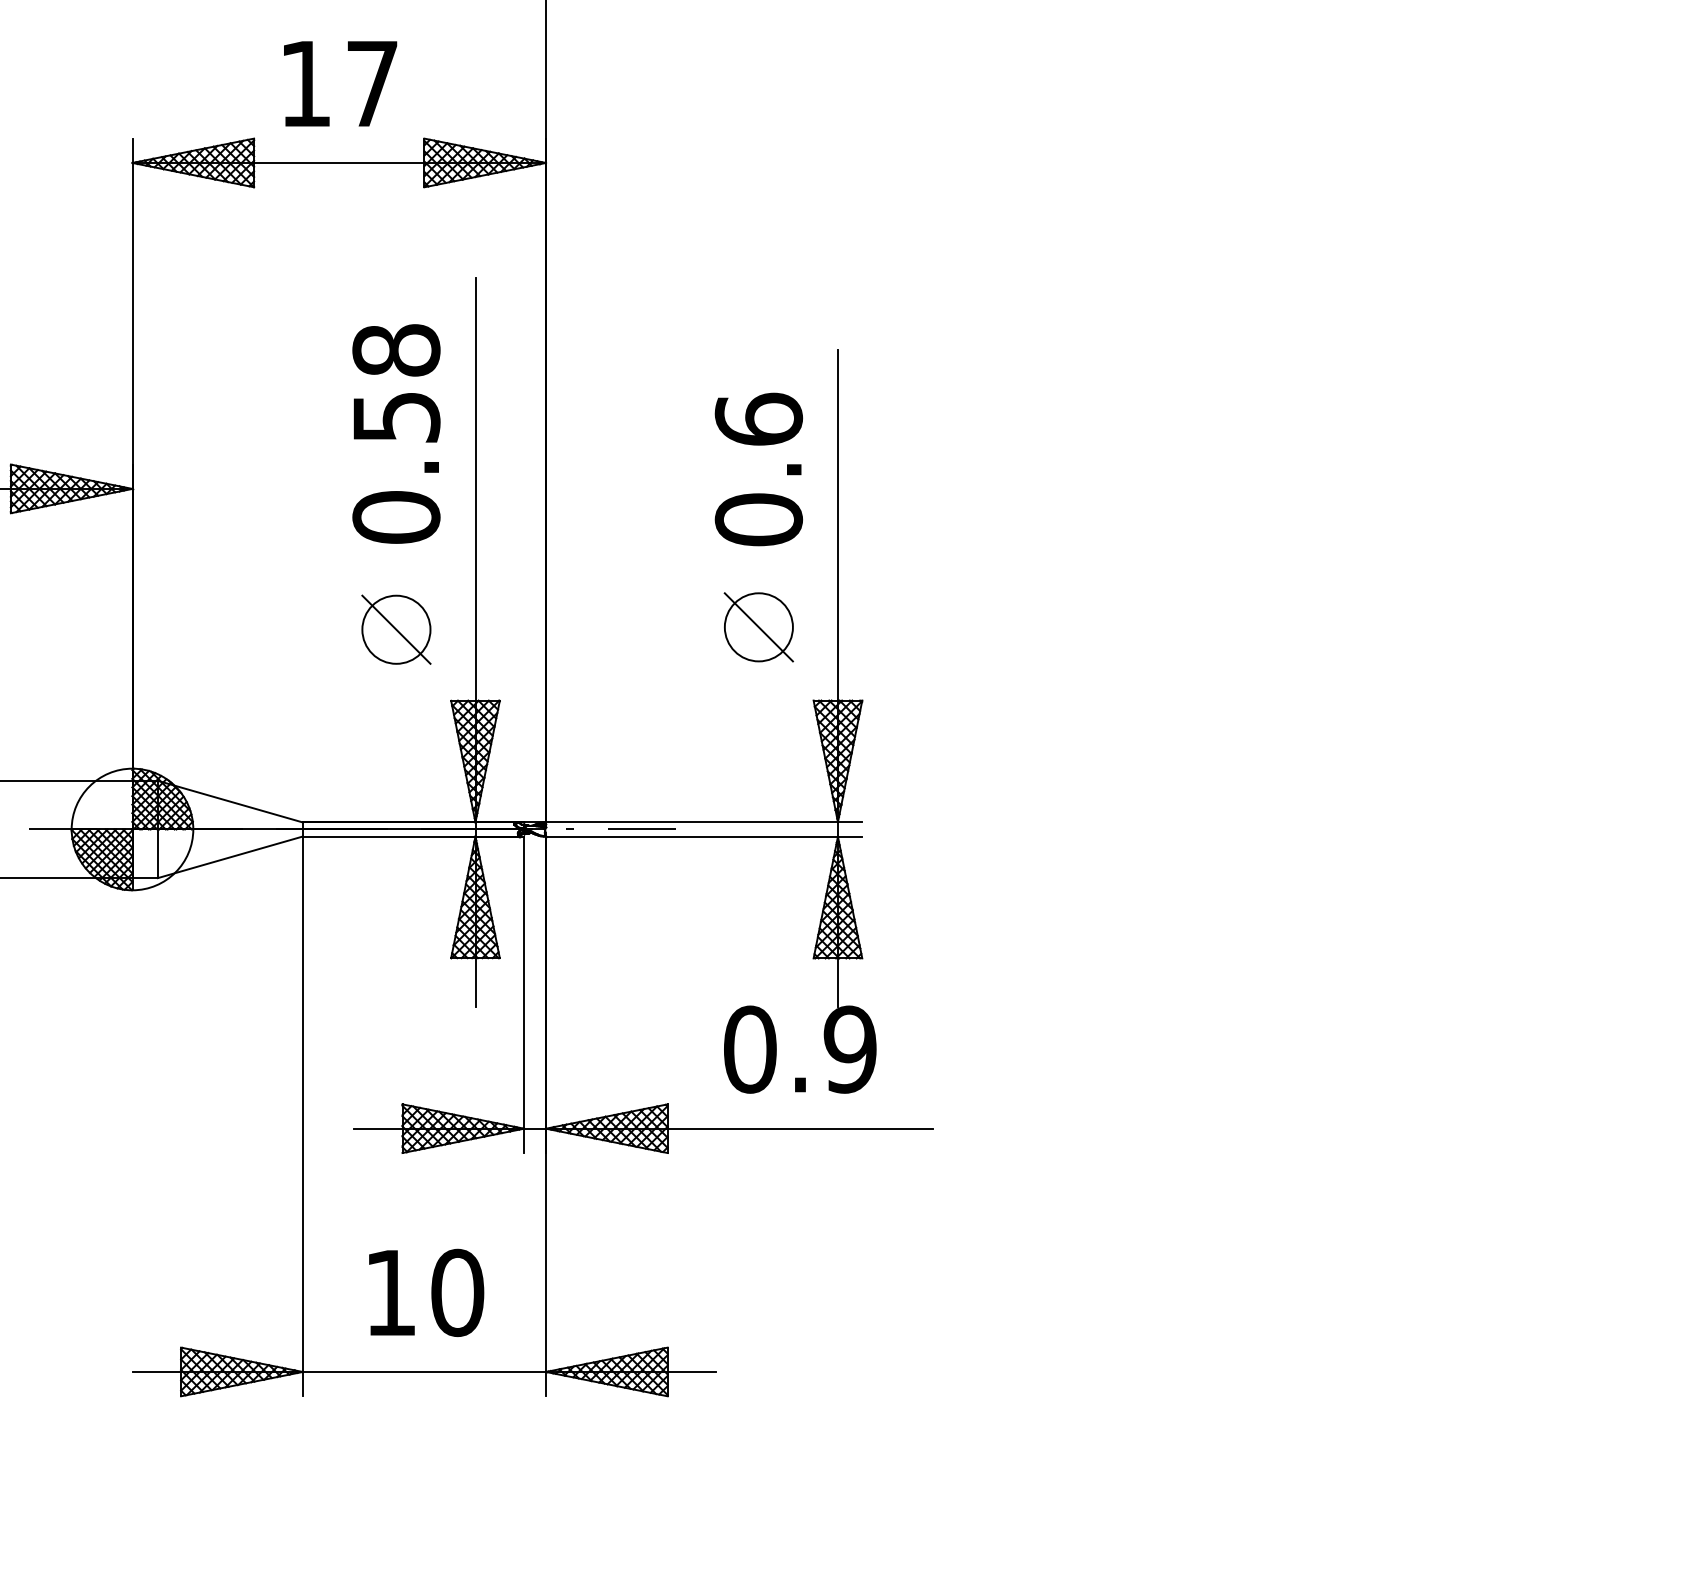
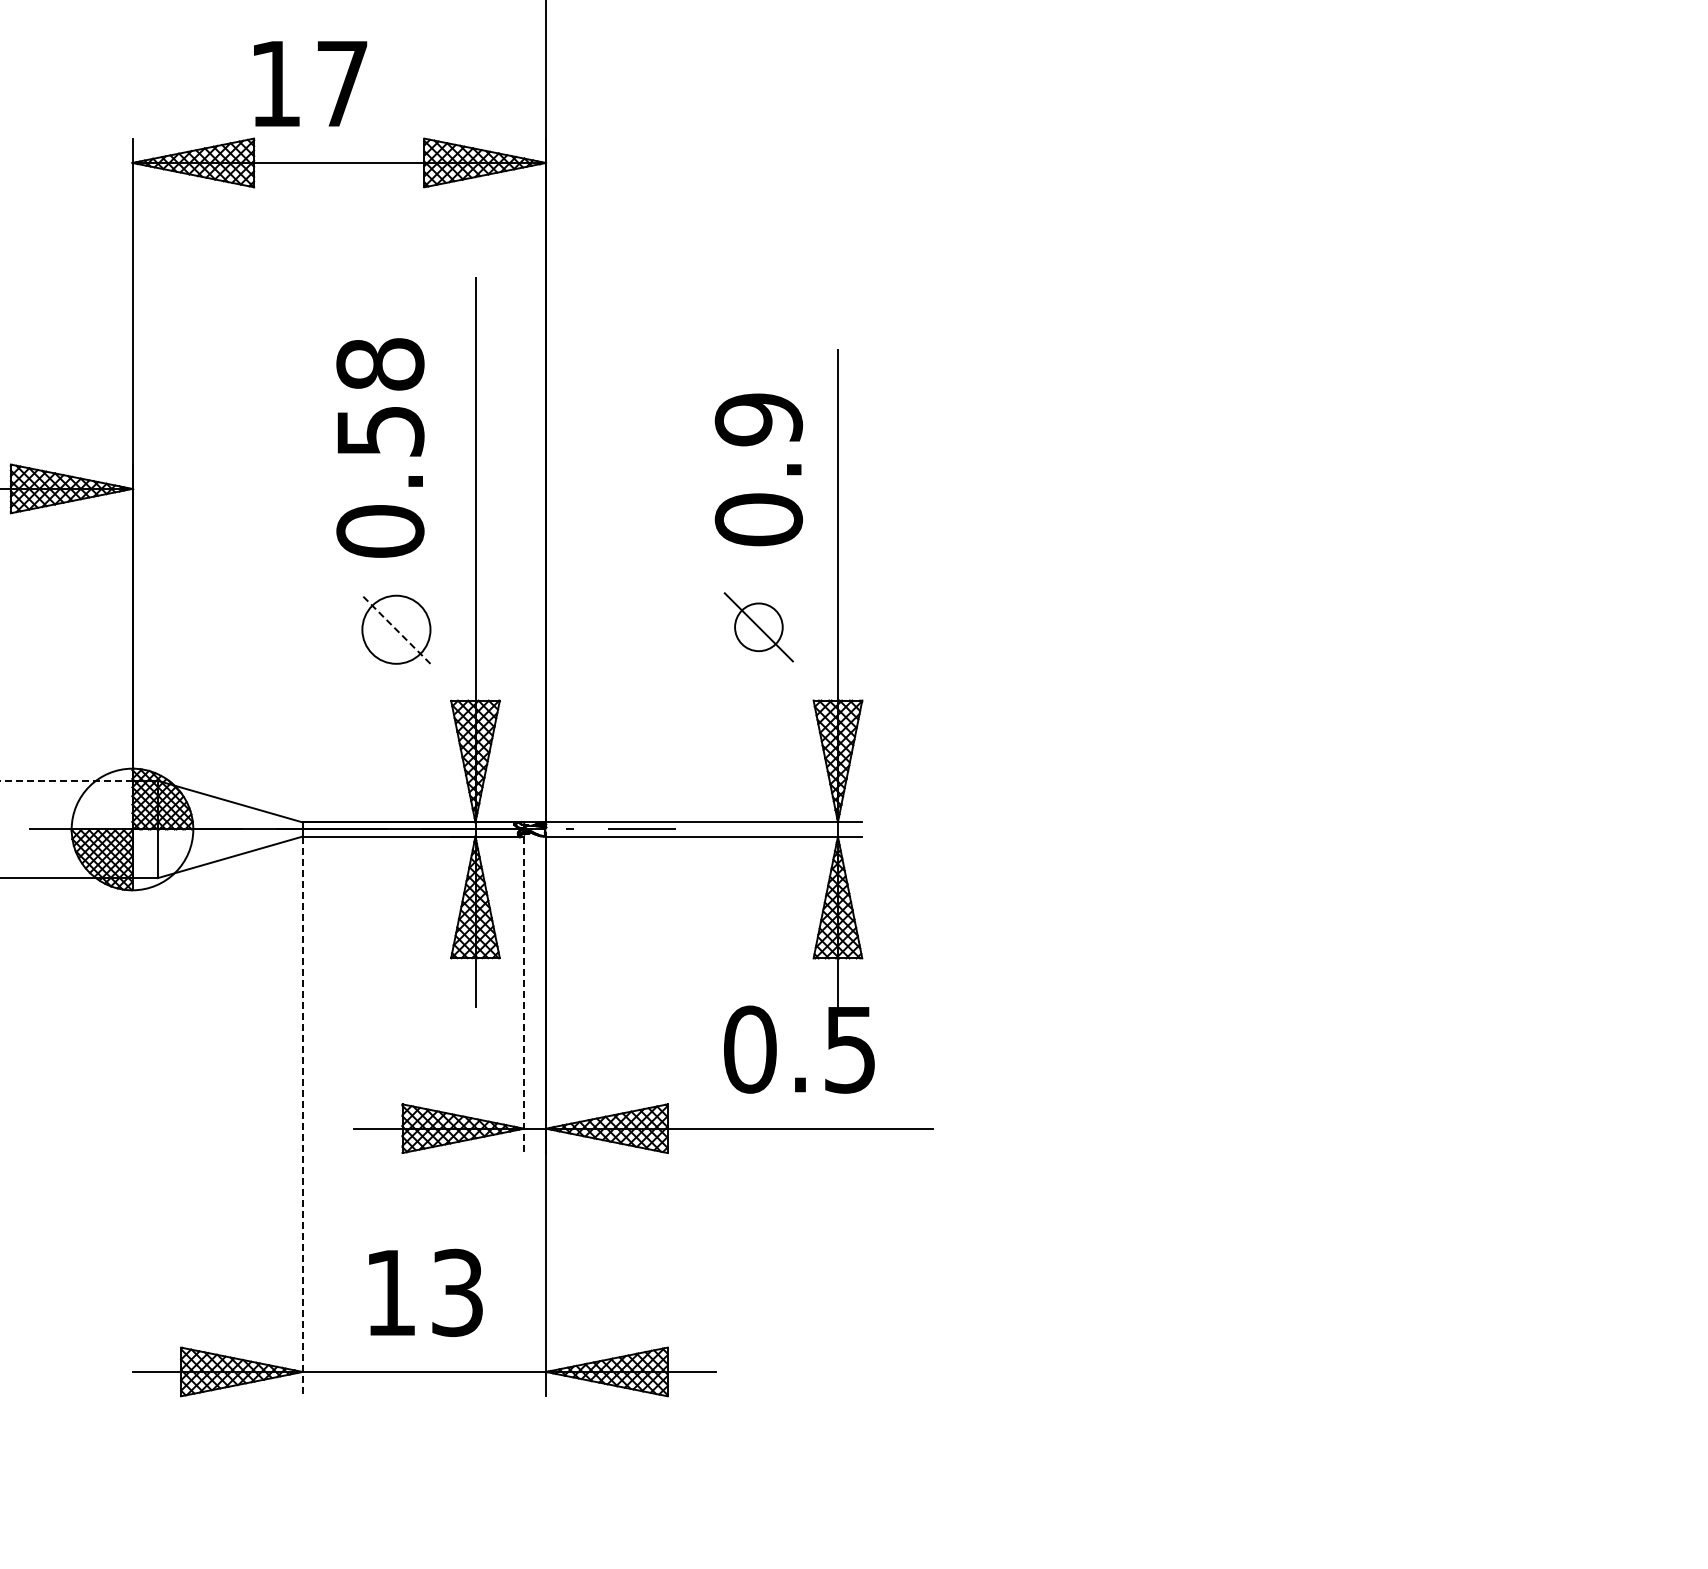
text at (340, 83) position: (340, 83) -> (310, 83)
text at (758, 419): 0.6 -> 0.9
text at (396, 433) position: (396, 433) -> (380, 447)
circle at (758, 627) diameter: 68 px -> 48 px
line at (396, 629): solid -> dashed
line at (66, 780): solid -> dashed
line at (524, 995): solid -> dashed
text at (849, 1049): 0.9 -> 0.5
line at (302, 1116): solid -> dashed
text at (457, 1292): 10 -> 13
